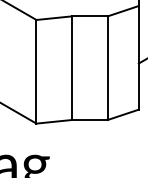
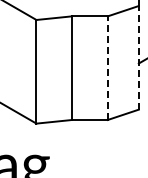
line at (138, 57): solid -> dashed
line at (107, 68): solid -> dashed
